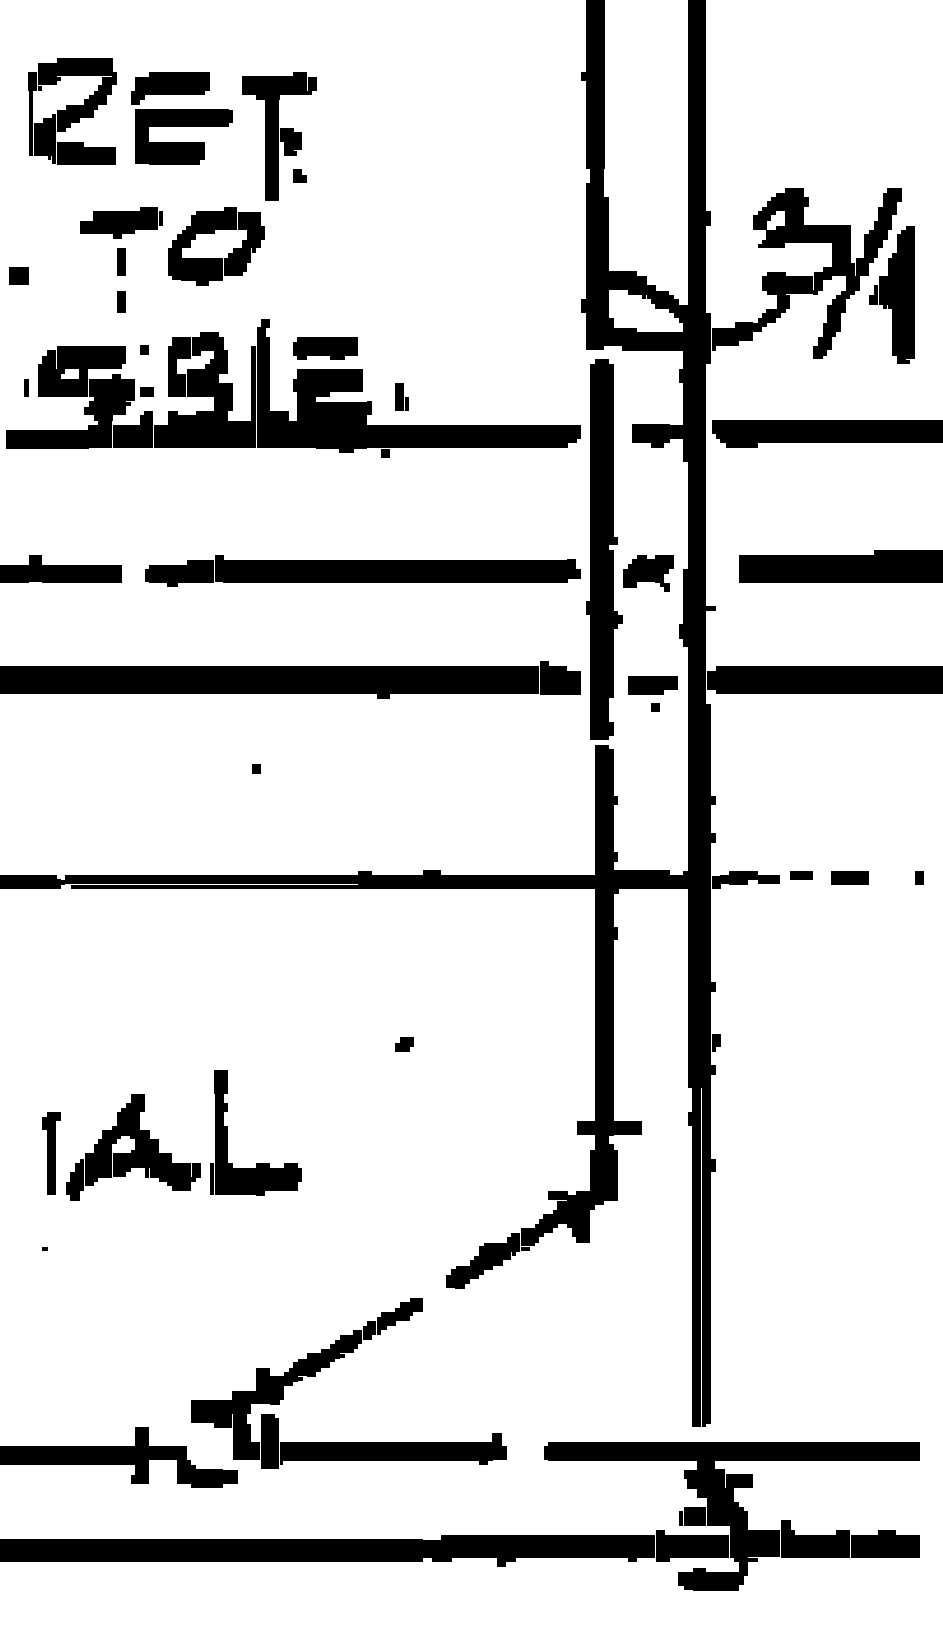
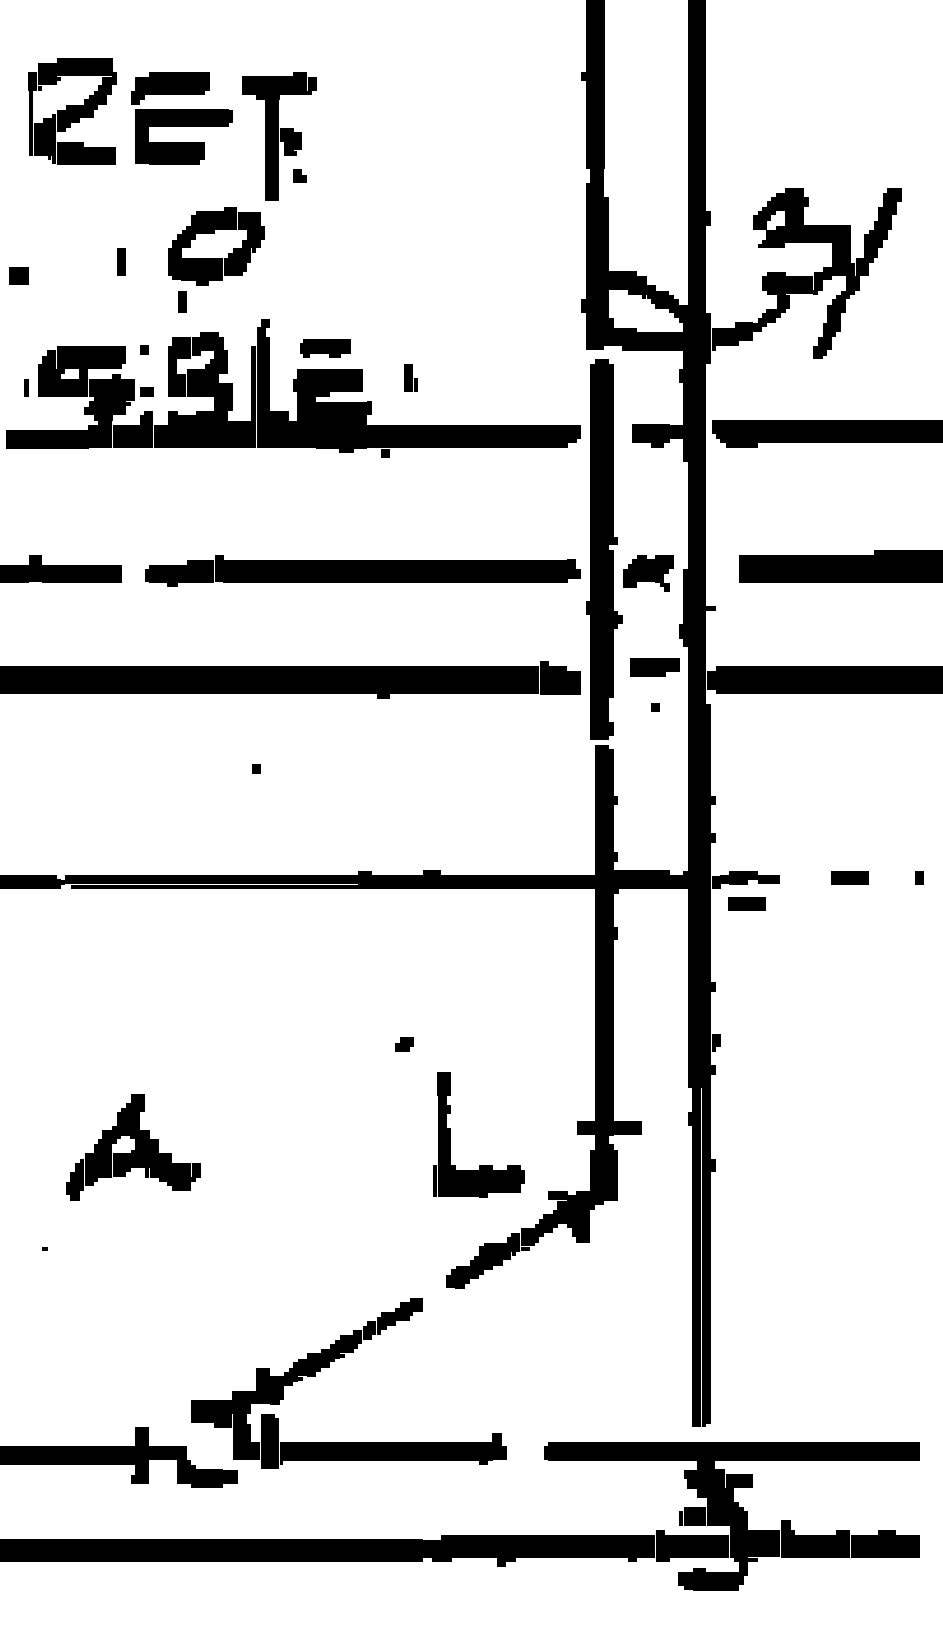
part at (121, 222): present -> none
part at (891, 294): present -> none
line at (121, 301) position: (121, 301) -> (182, 301)
part at (325, 348) size: 65x23 px -> 51x19 px
part at (401, 396) position: (401, 396) -> (410, 377)
part at (652, 685) position: (652, 685) -> (654, 667)
line at (801, 875): present -> none
line at (746, 903): none -> present
part at (227, 1132) position: (227, 1132) -> (450, 1134)
part at (51, 1153): present -> none
